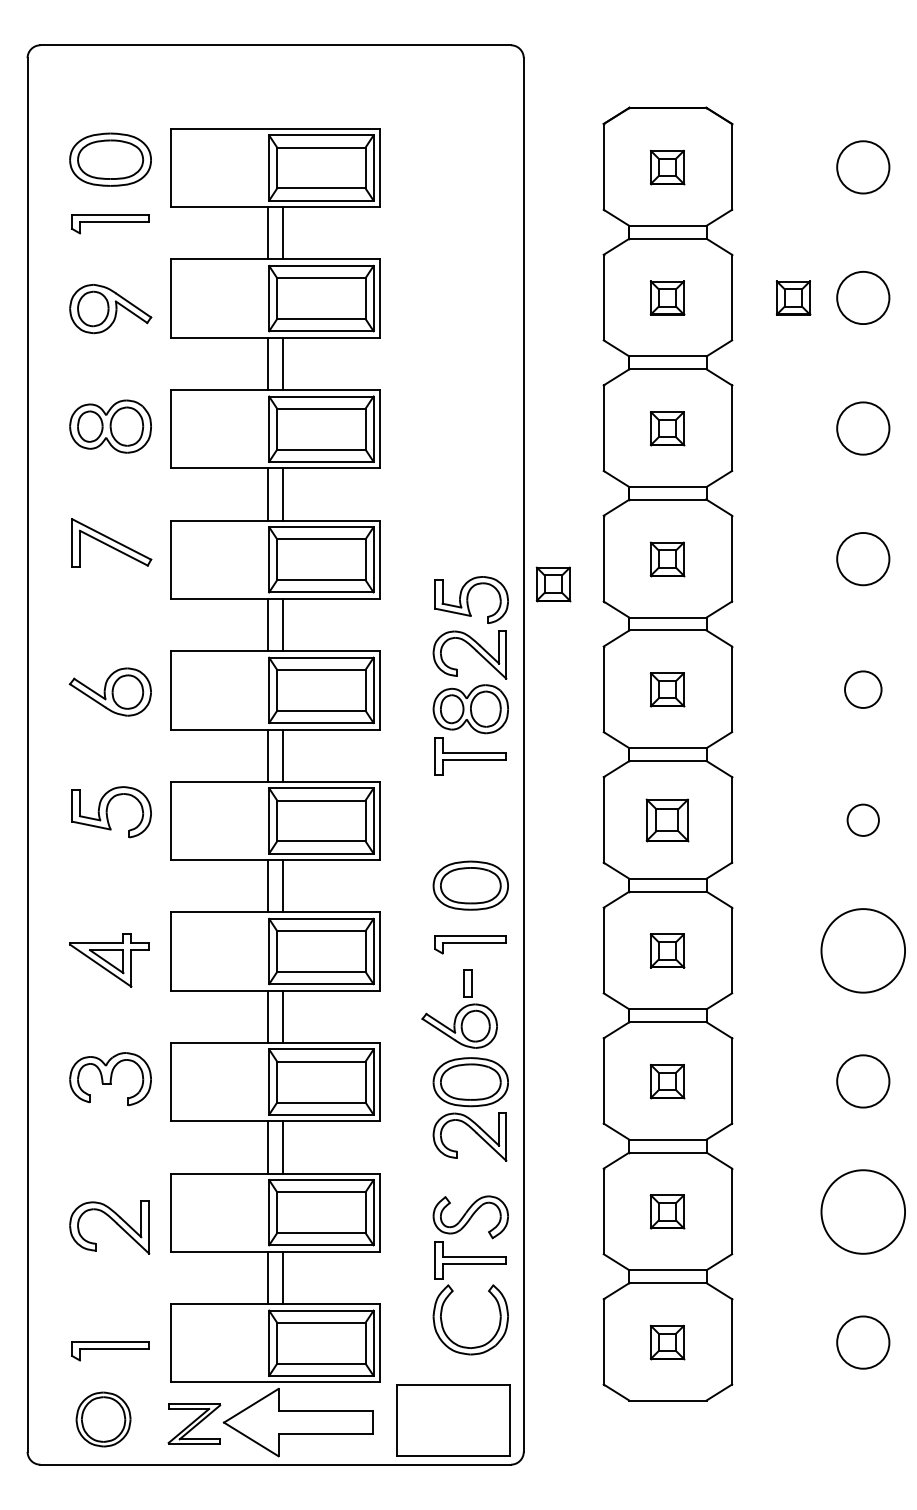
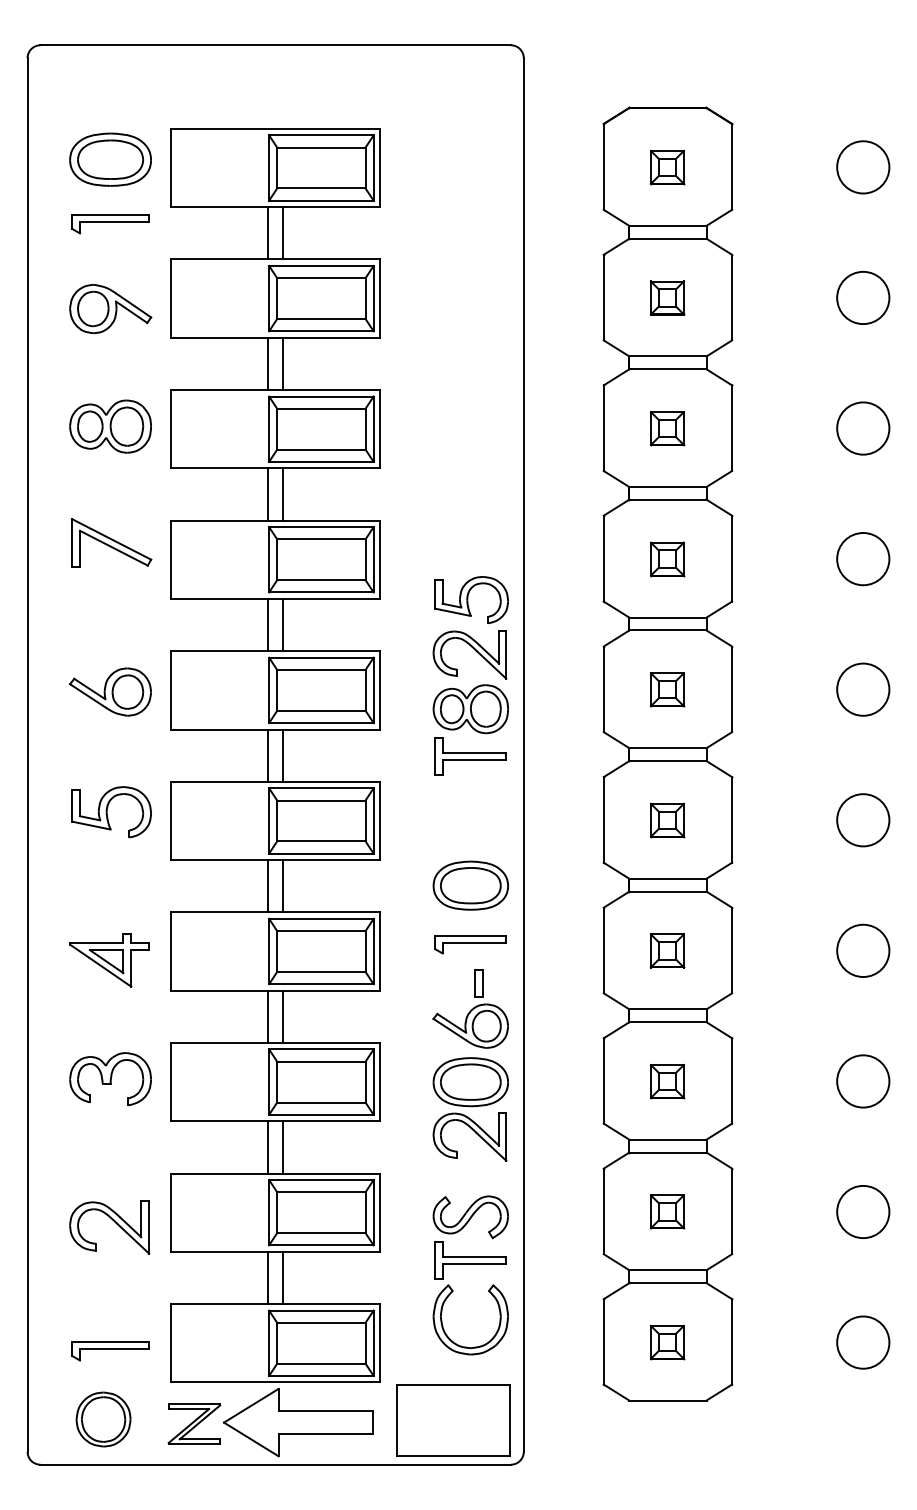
part at (793, 297): present -> none
part at (553, 584): present -> none
circle at (863, 689) diameter: 37 px -> 52 px
circle at (862, 819) diameter: 31 px -> 52 px
part at (667, 820) size: 45x45 px -> 37x37 px
circle at (863, 950) diameter: 84 px -> 52 px
part at (459, 1008) position: (459, 1008) -> (470, 1008)
circle at (863, 1211) diameter: 84 px -> 52 px
